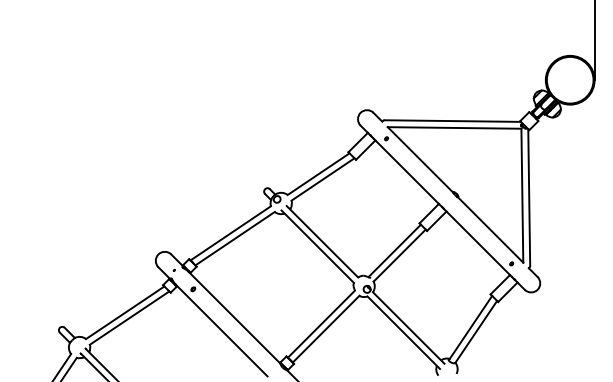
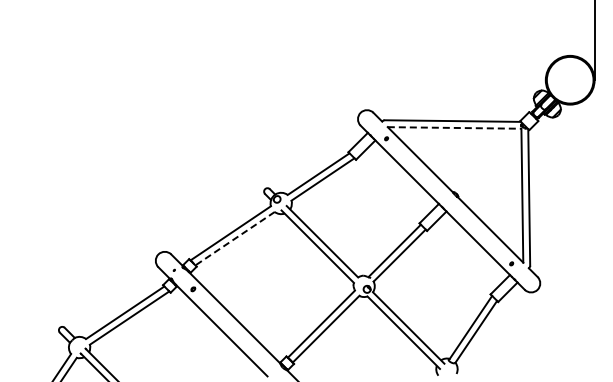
line at (454, 127): solid -> dashed
line at (235, 238): solid -> dashed
